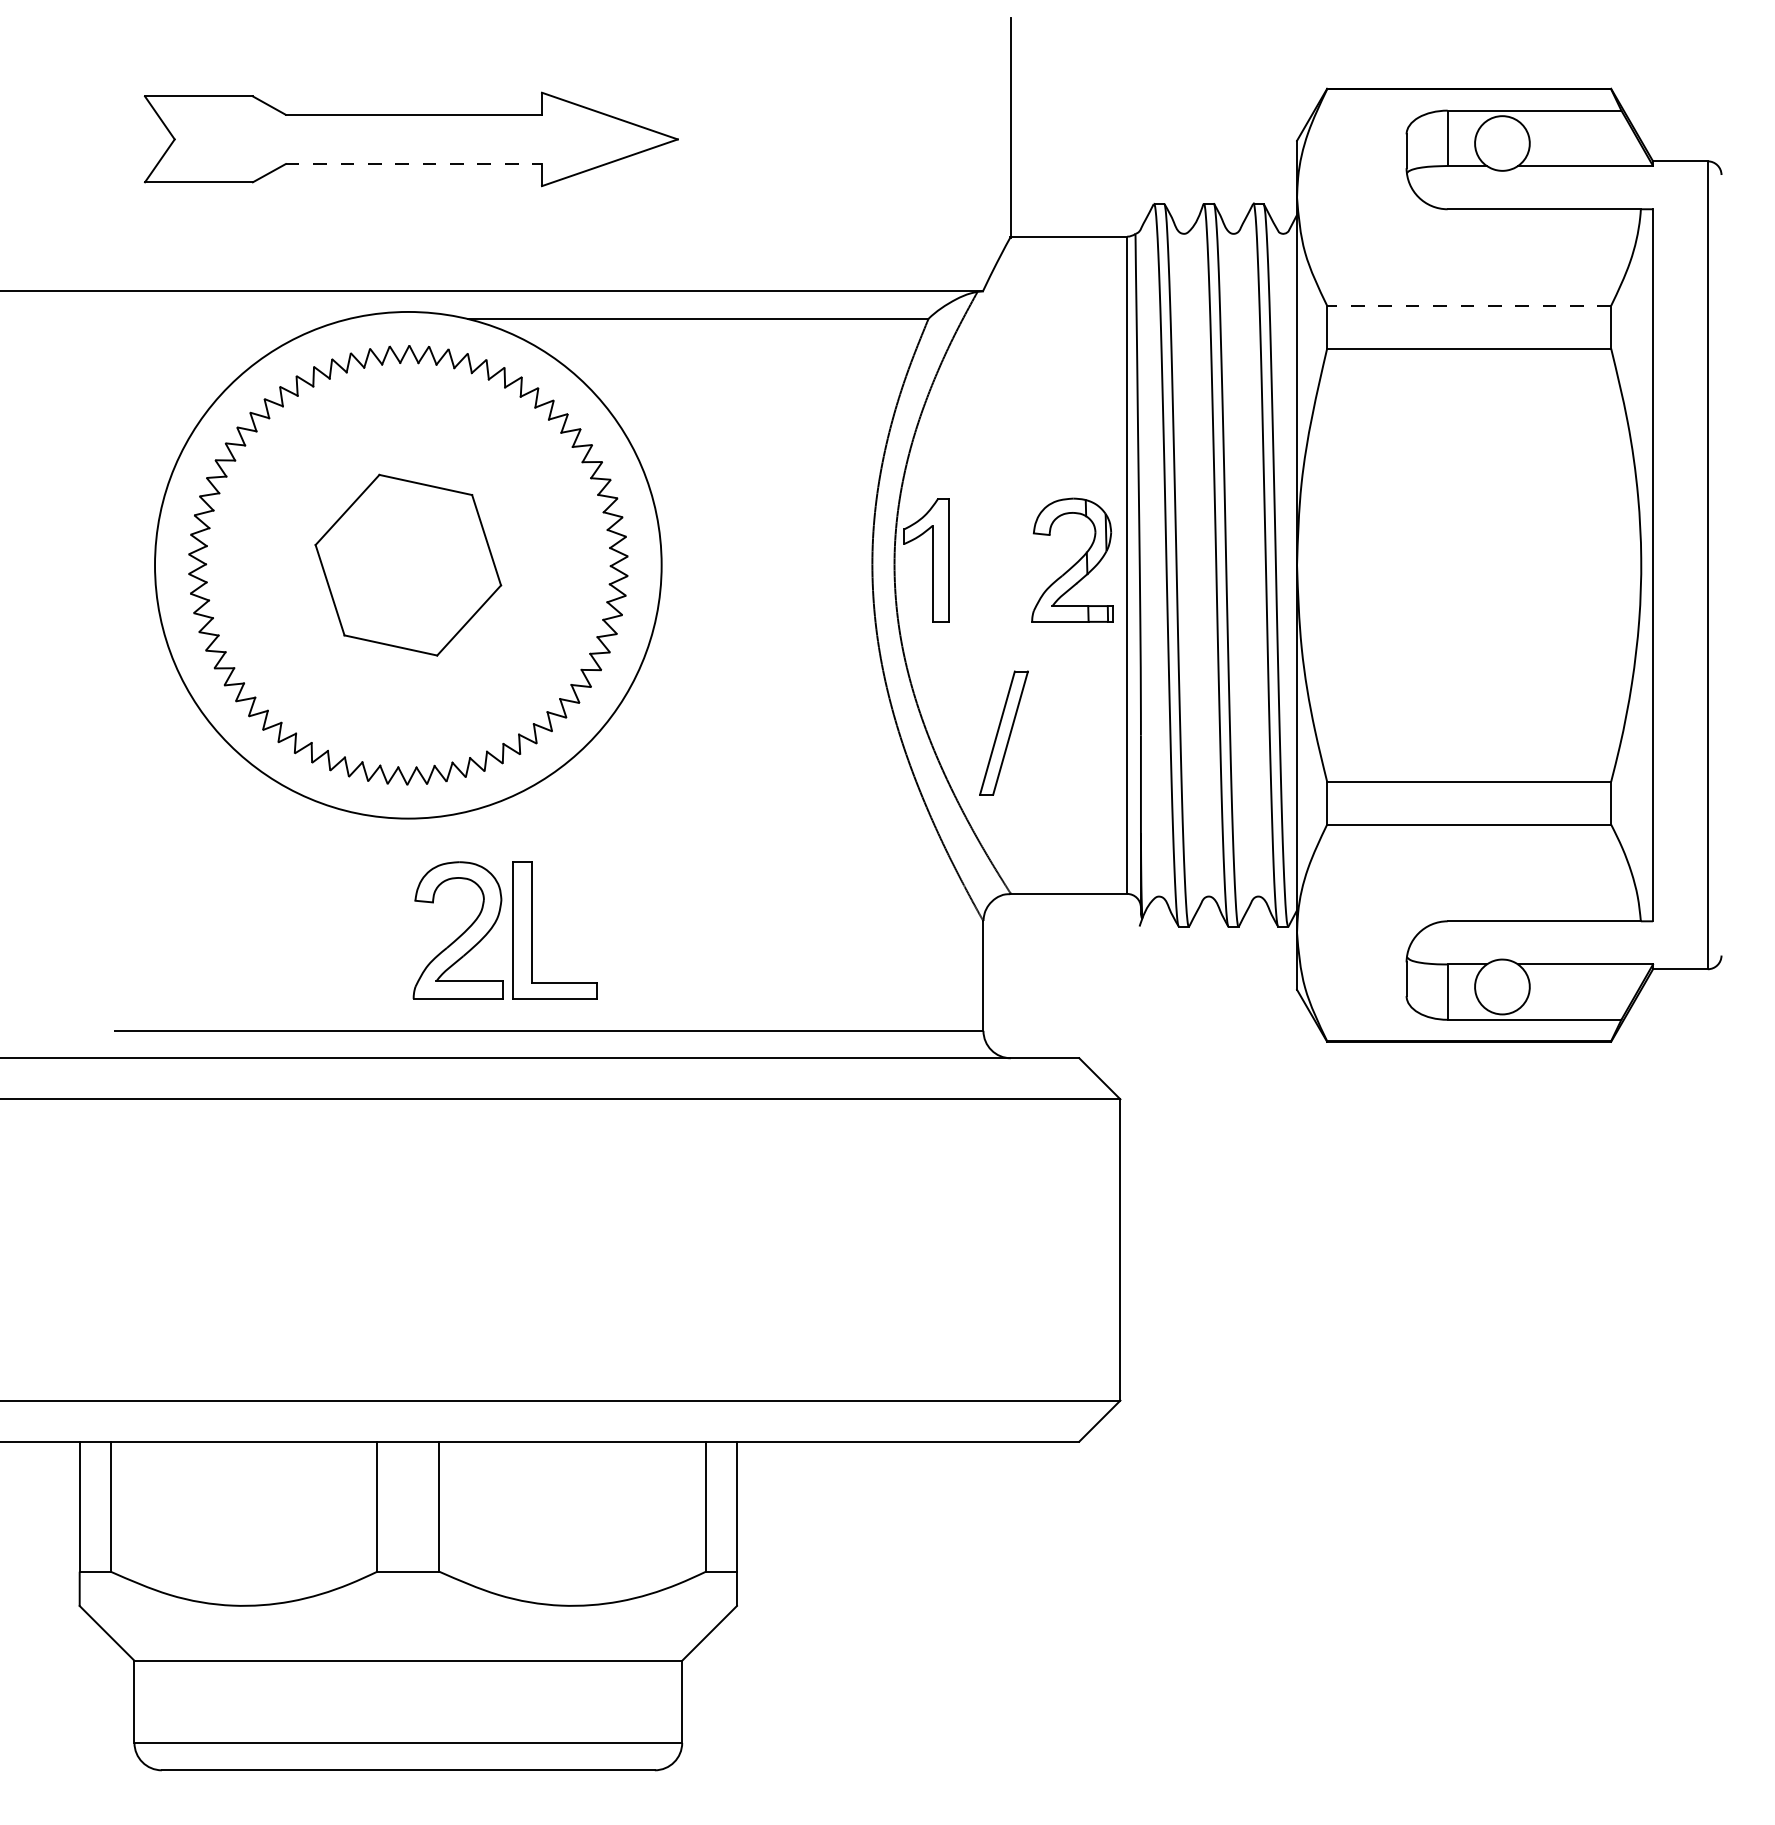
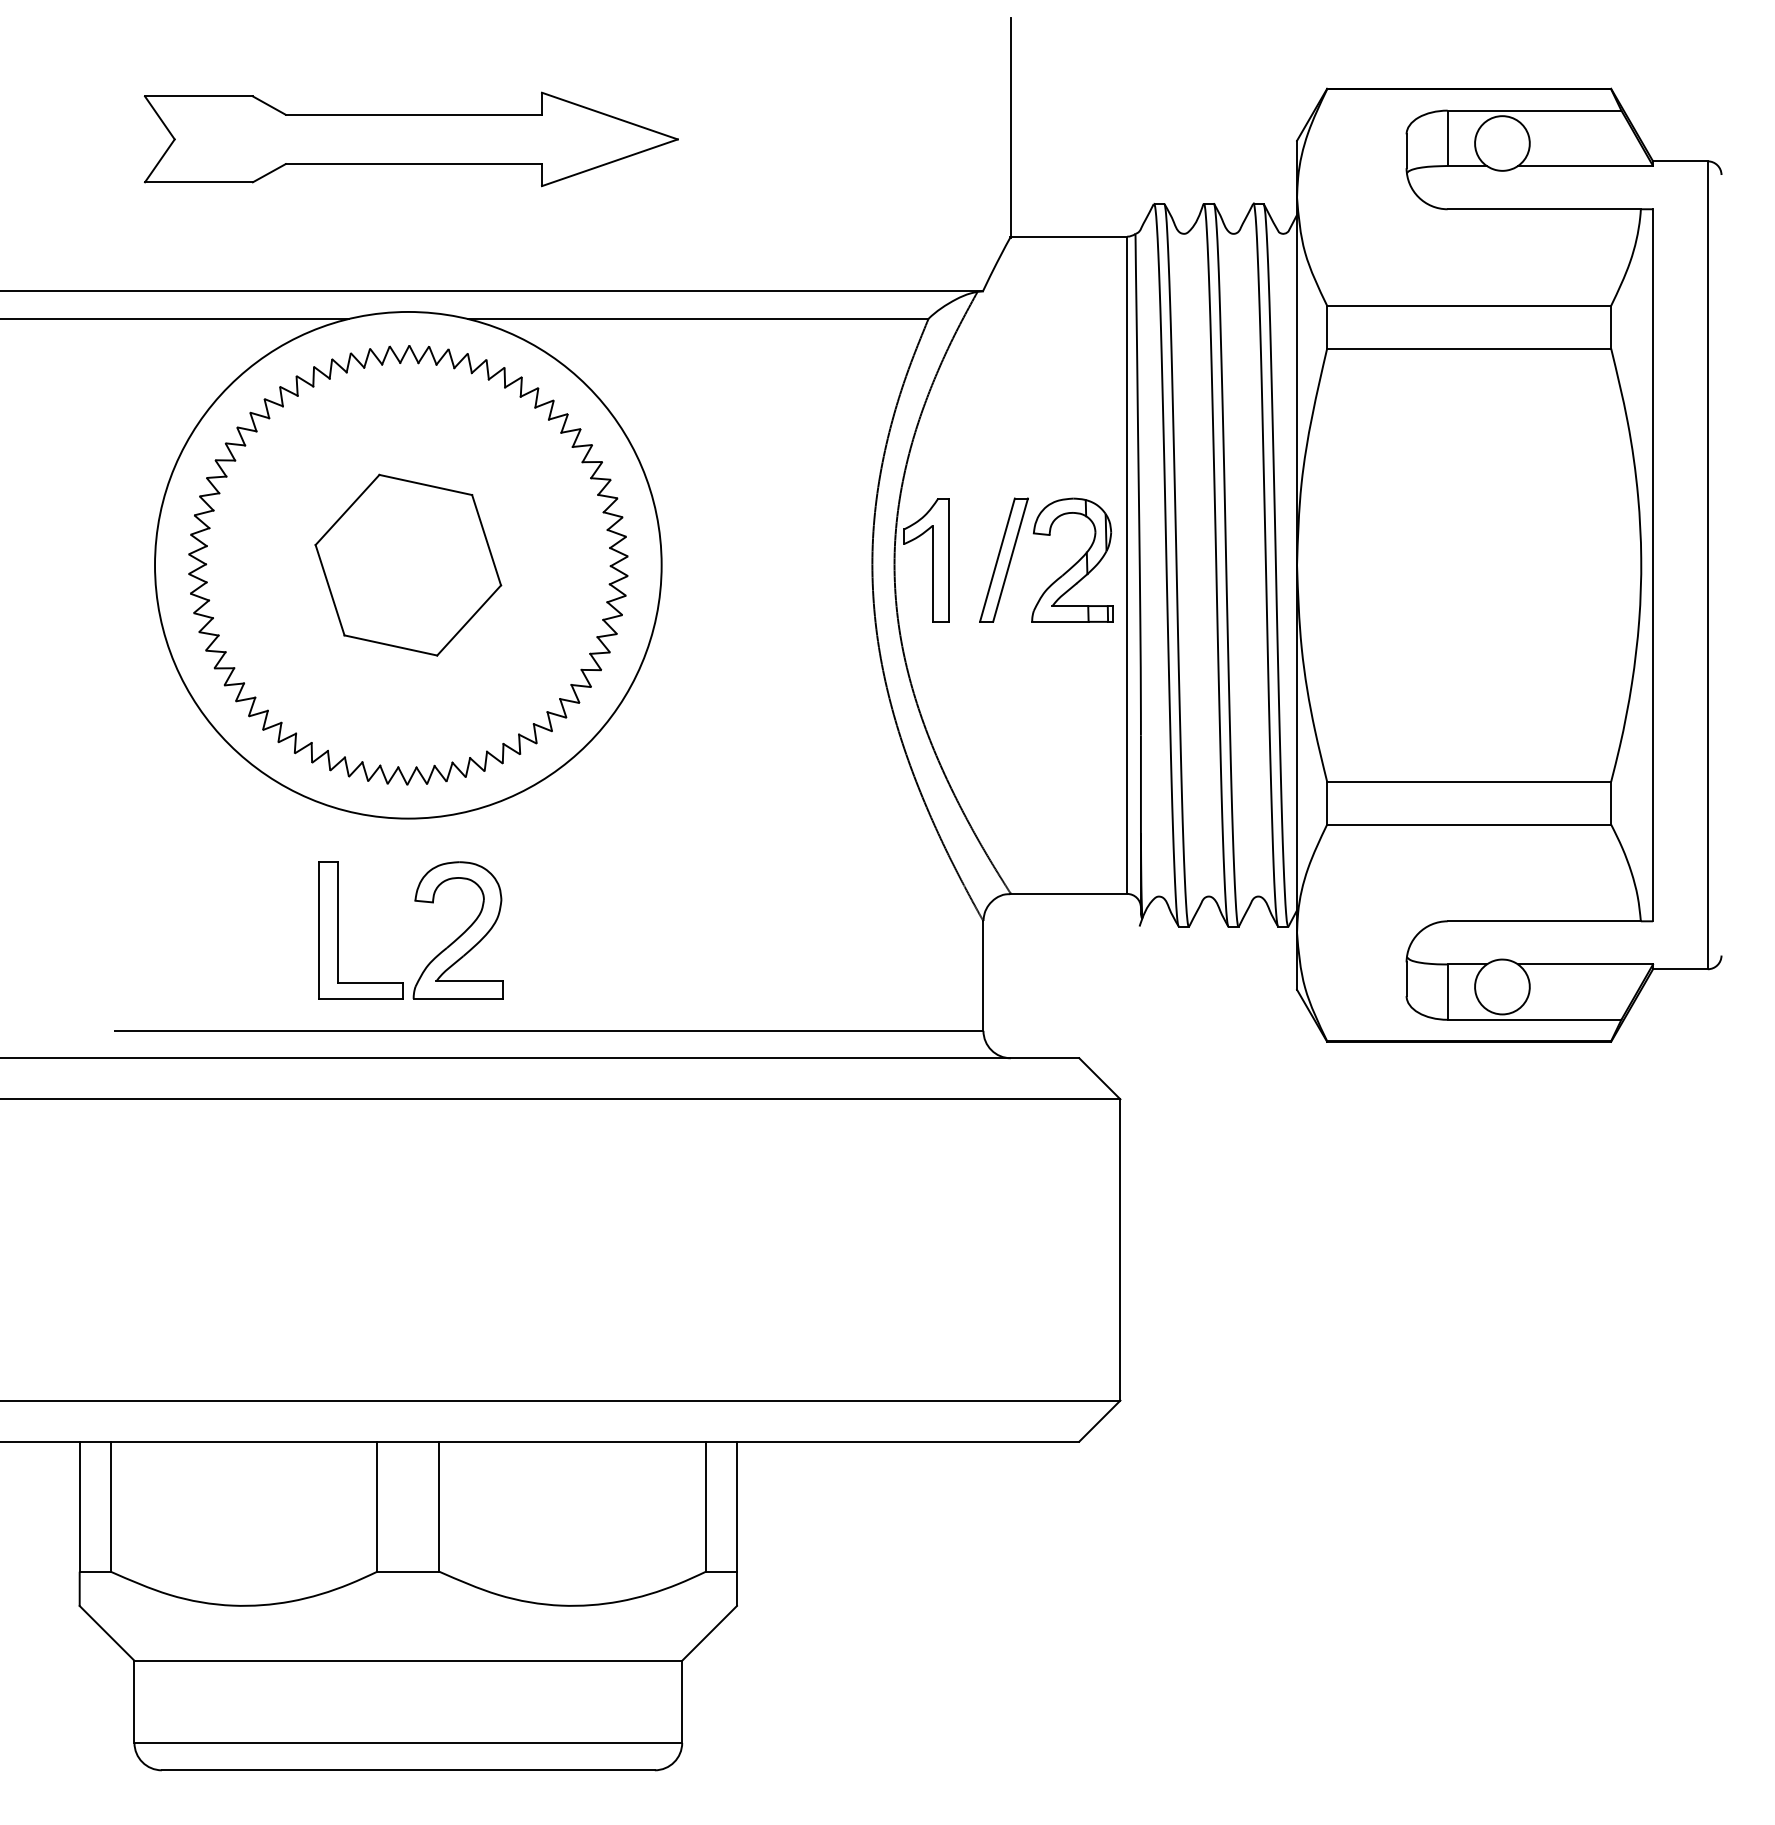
line at (414, 164): dashed -> solid
line at (1469, 305): dashed -> solid
line at (175, 318): none -> present
part at (1003, 732) position: (1003, 732) -> (1003, 559)
part at (532, 930) position: (532, 930) -> (338, 930)
